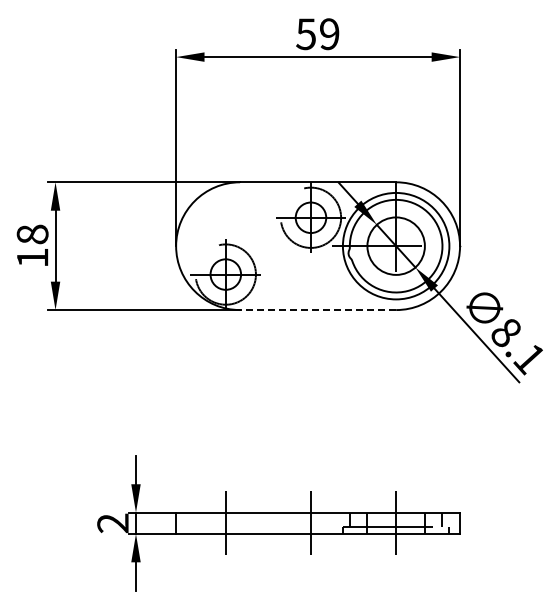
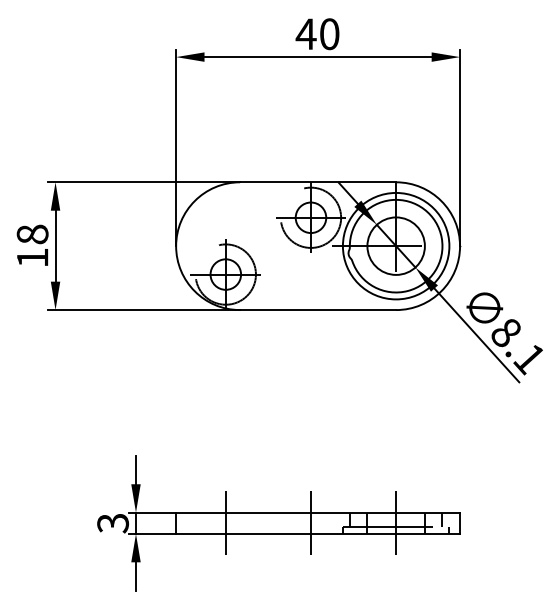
text at (317, 34): 59 -> 40
line at (317, 310): dashed -> solid
text at (112, 523): 2 -> 3
